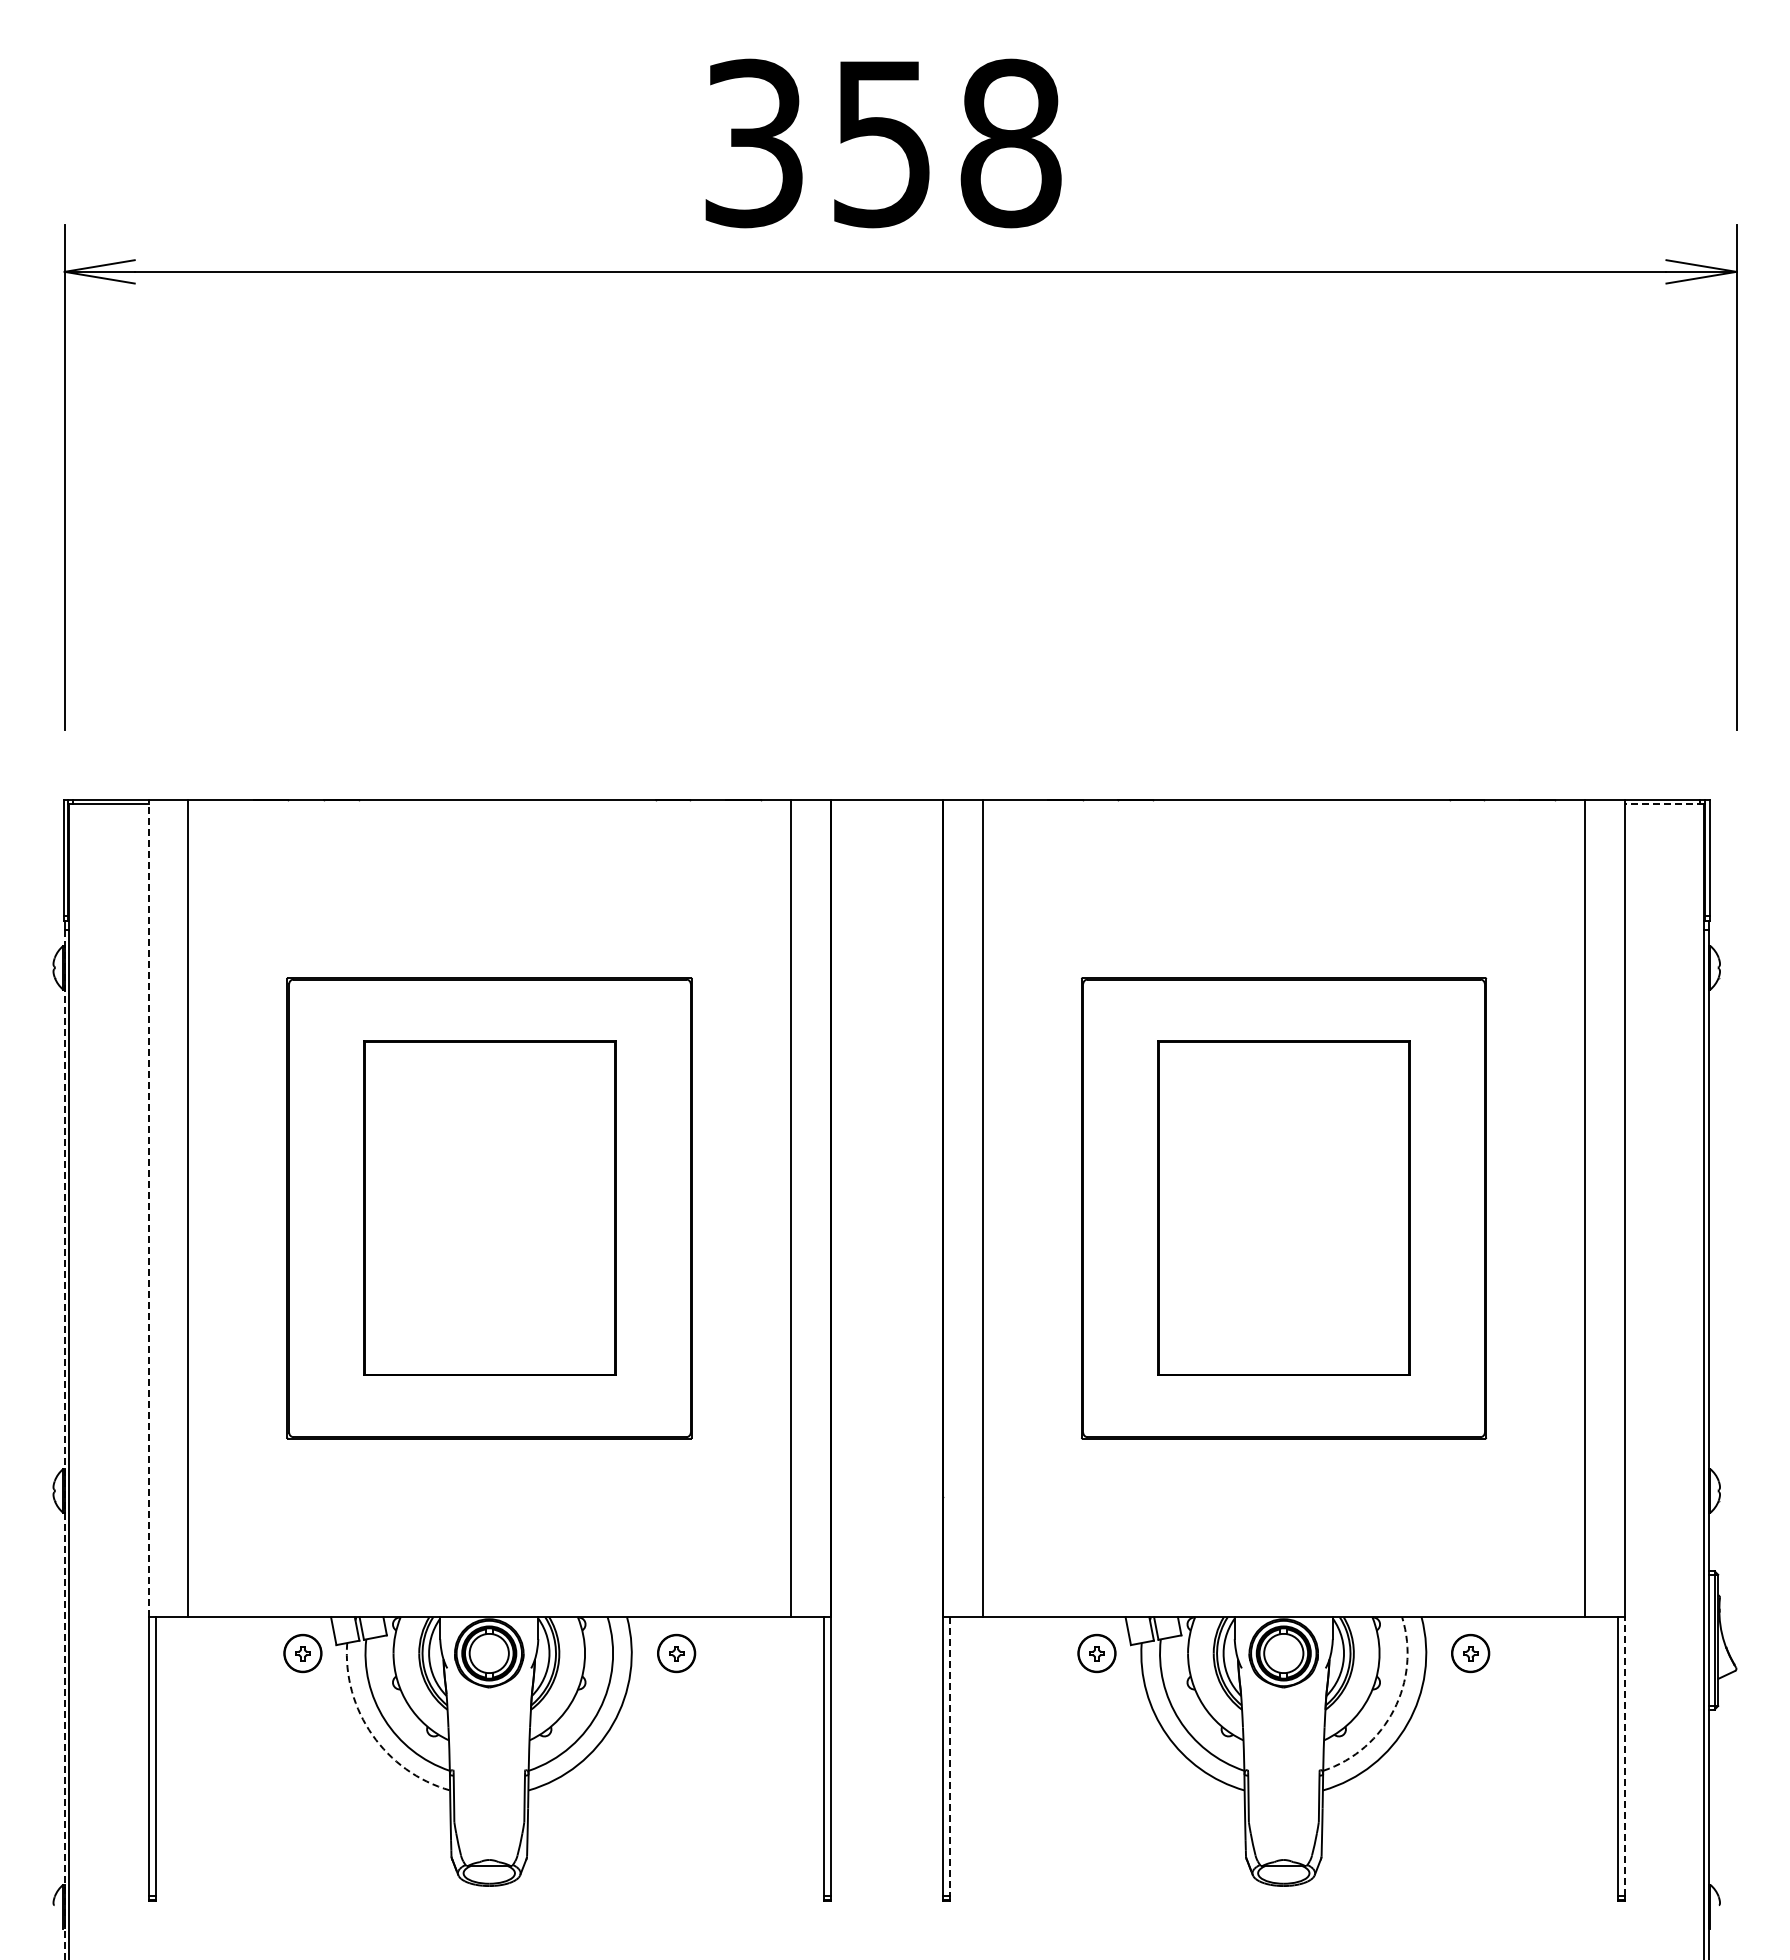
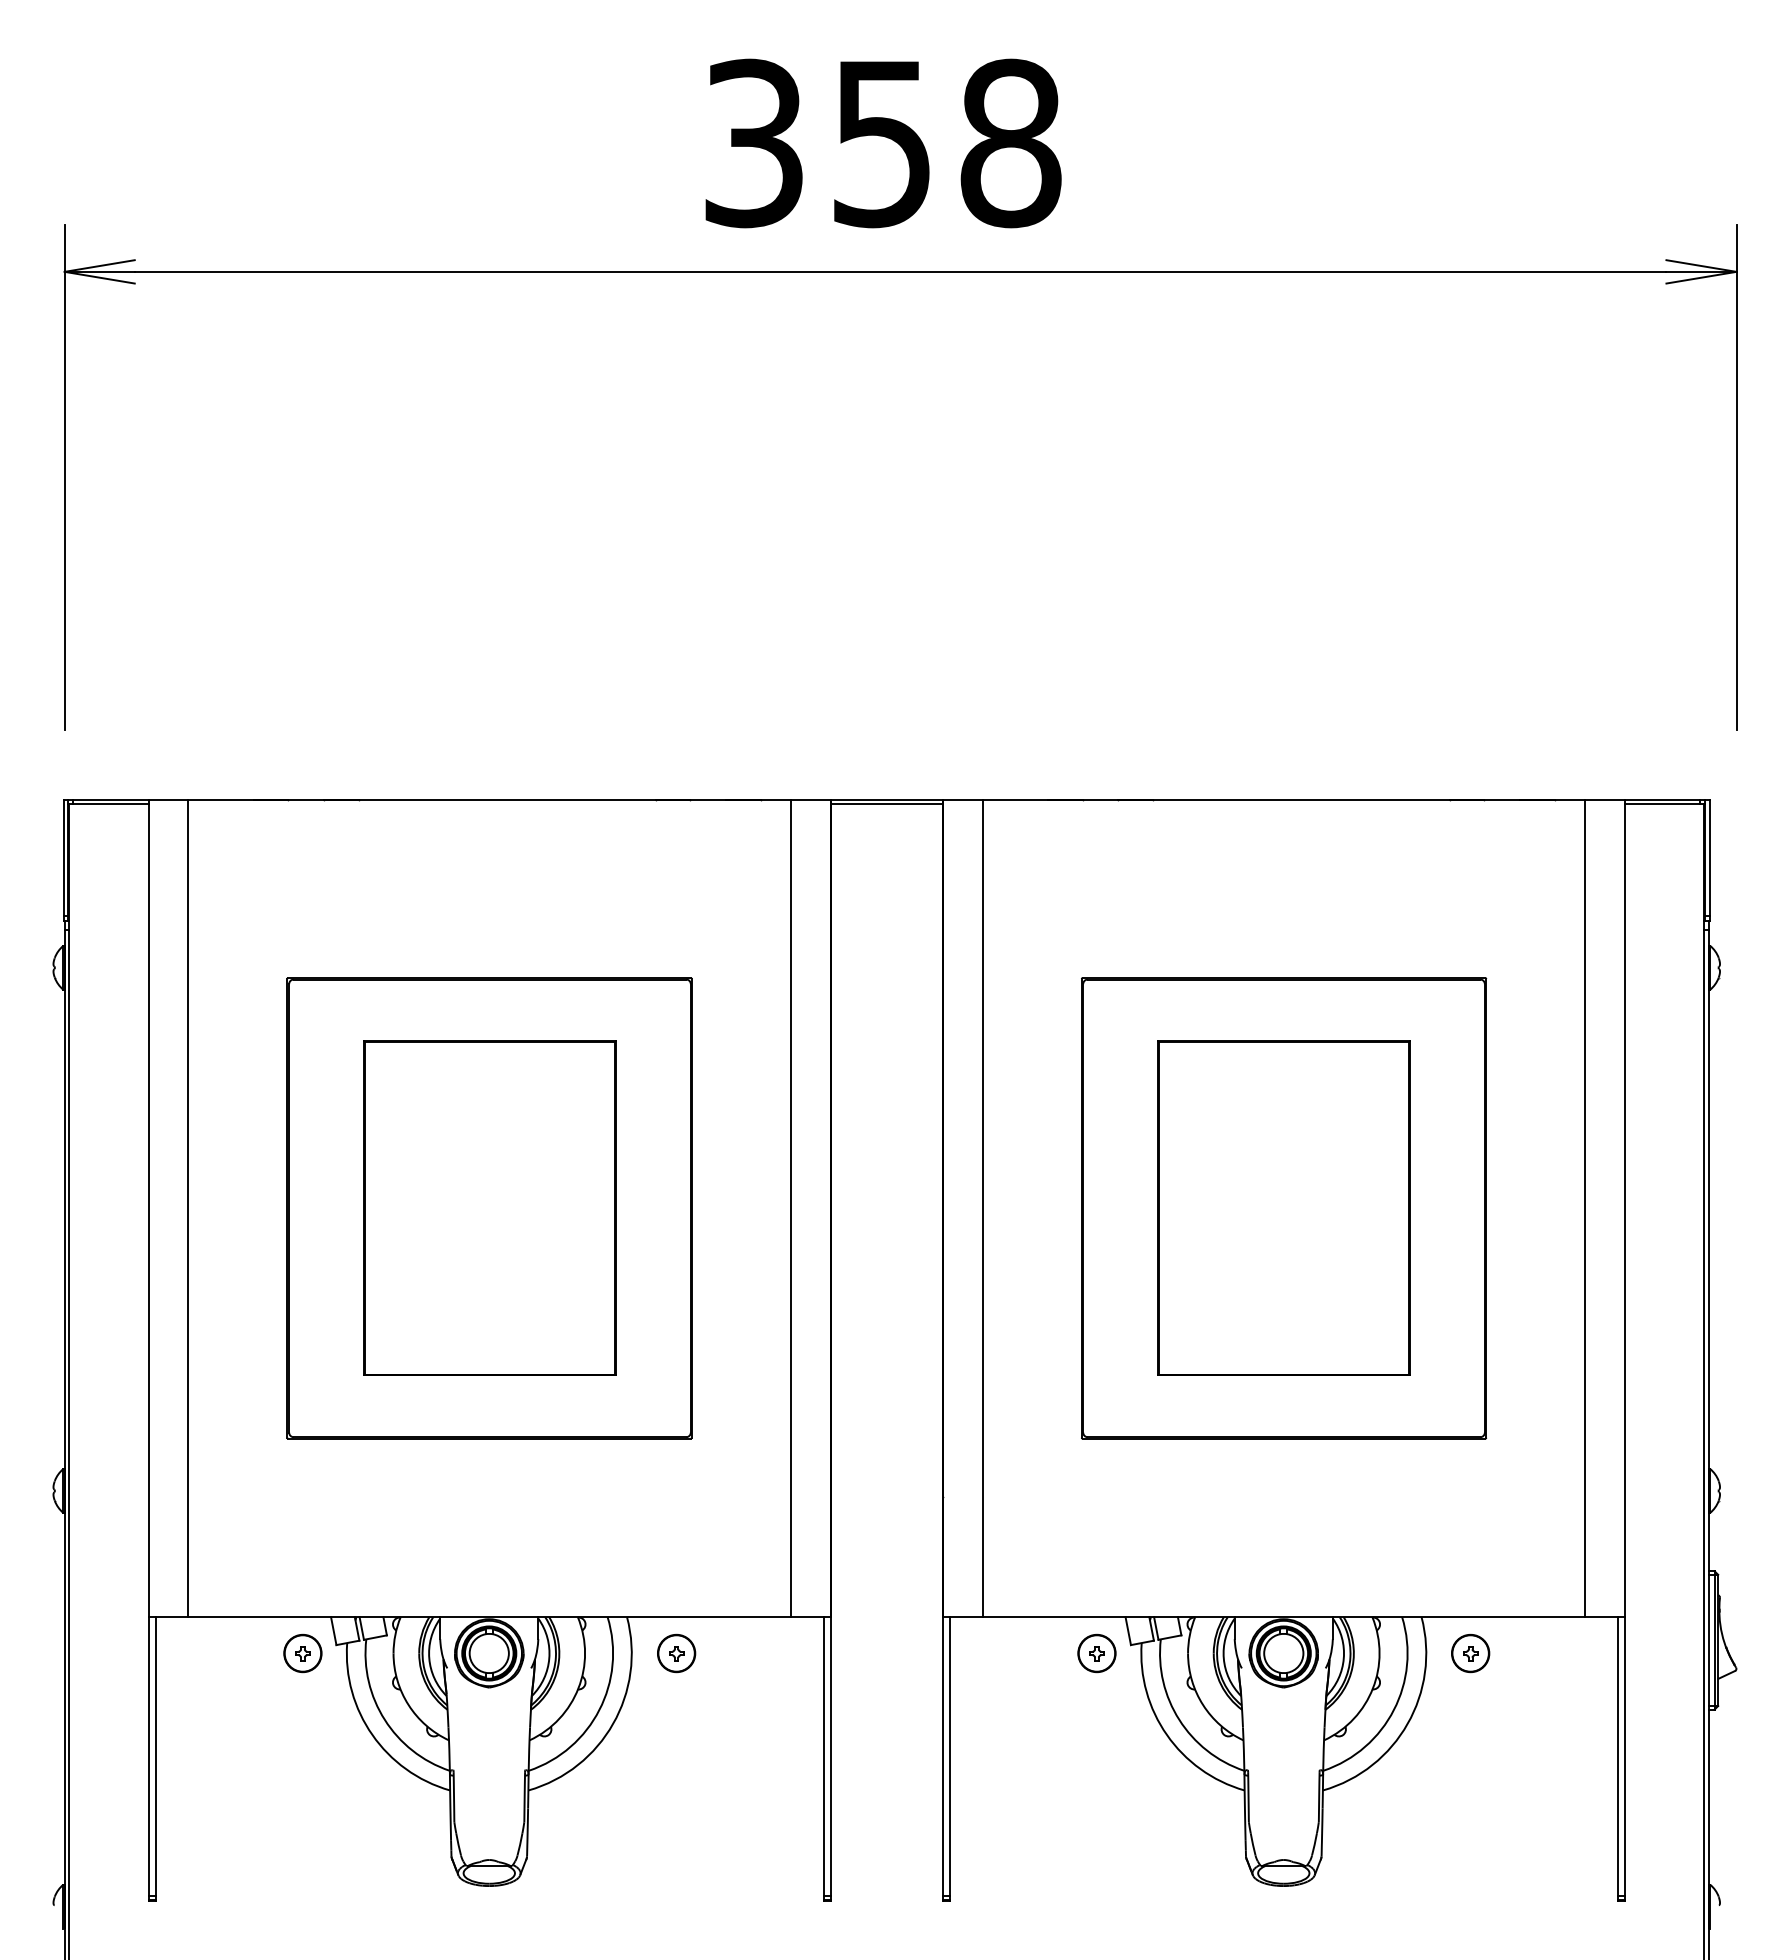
line at (886, 804): none -> present
line at (1664, 804): dashed -> solid
line at (148, 1208): dashed -> solid
line at (64, 1444): dashed -> solid
arc at (1393, 1709): dashed -> solid
arc at (372, 1735): dashed -> solid
line at (1624, 1756): dashed -> solid
line at (949, 1757): dashed -> solid
